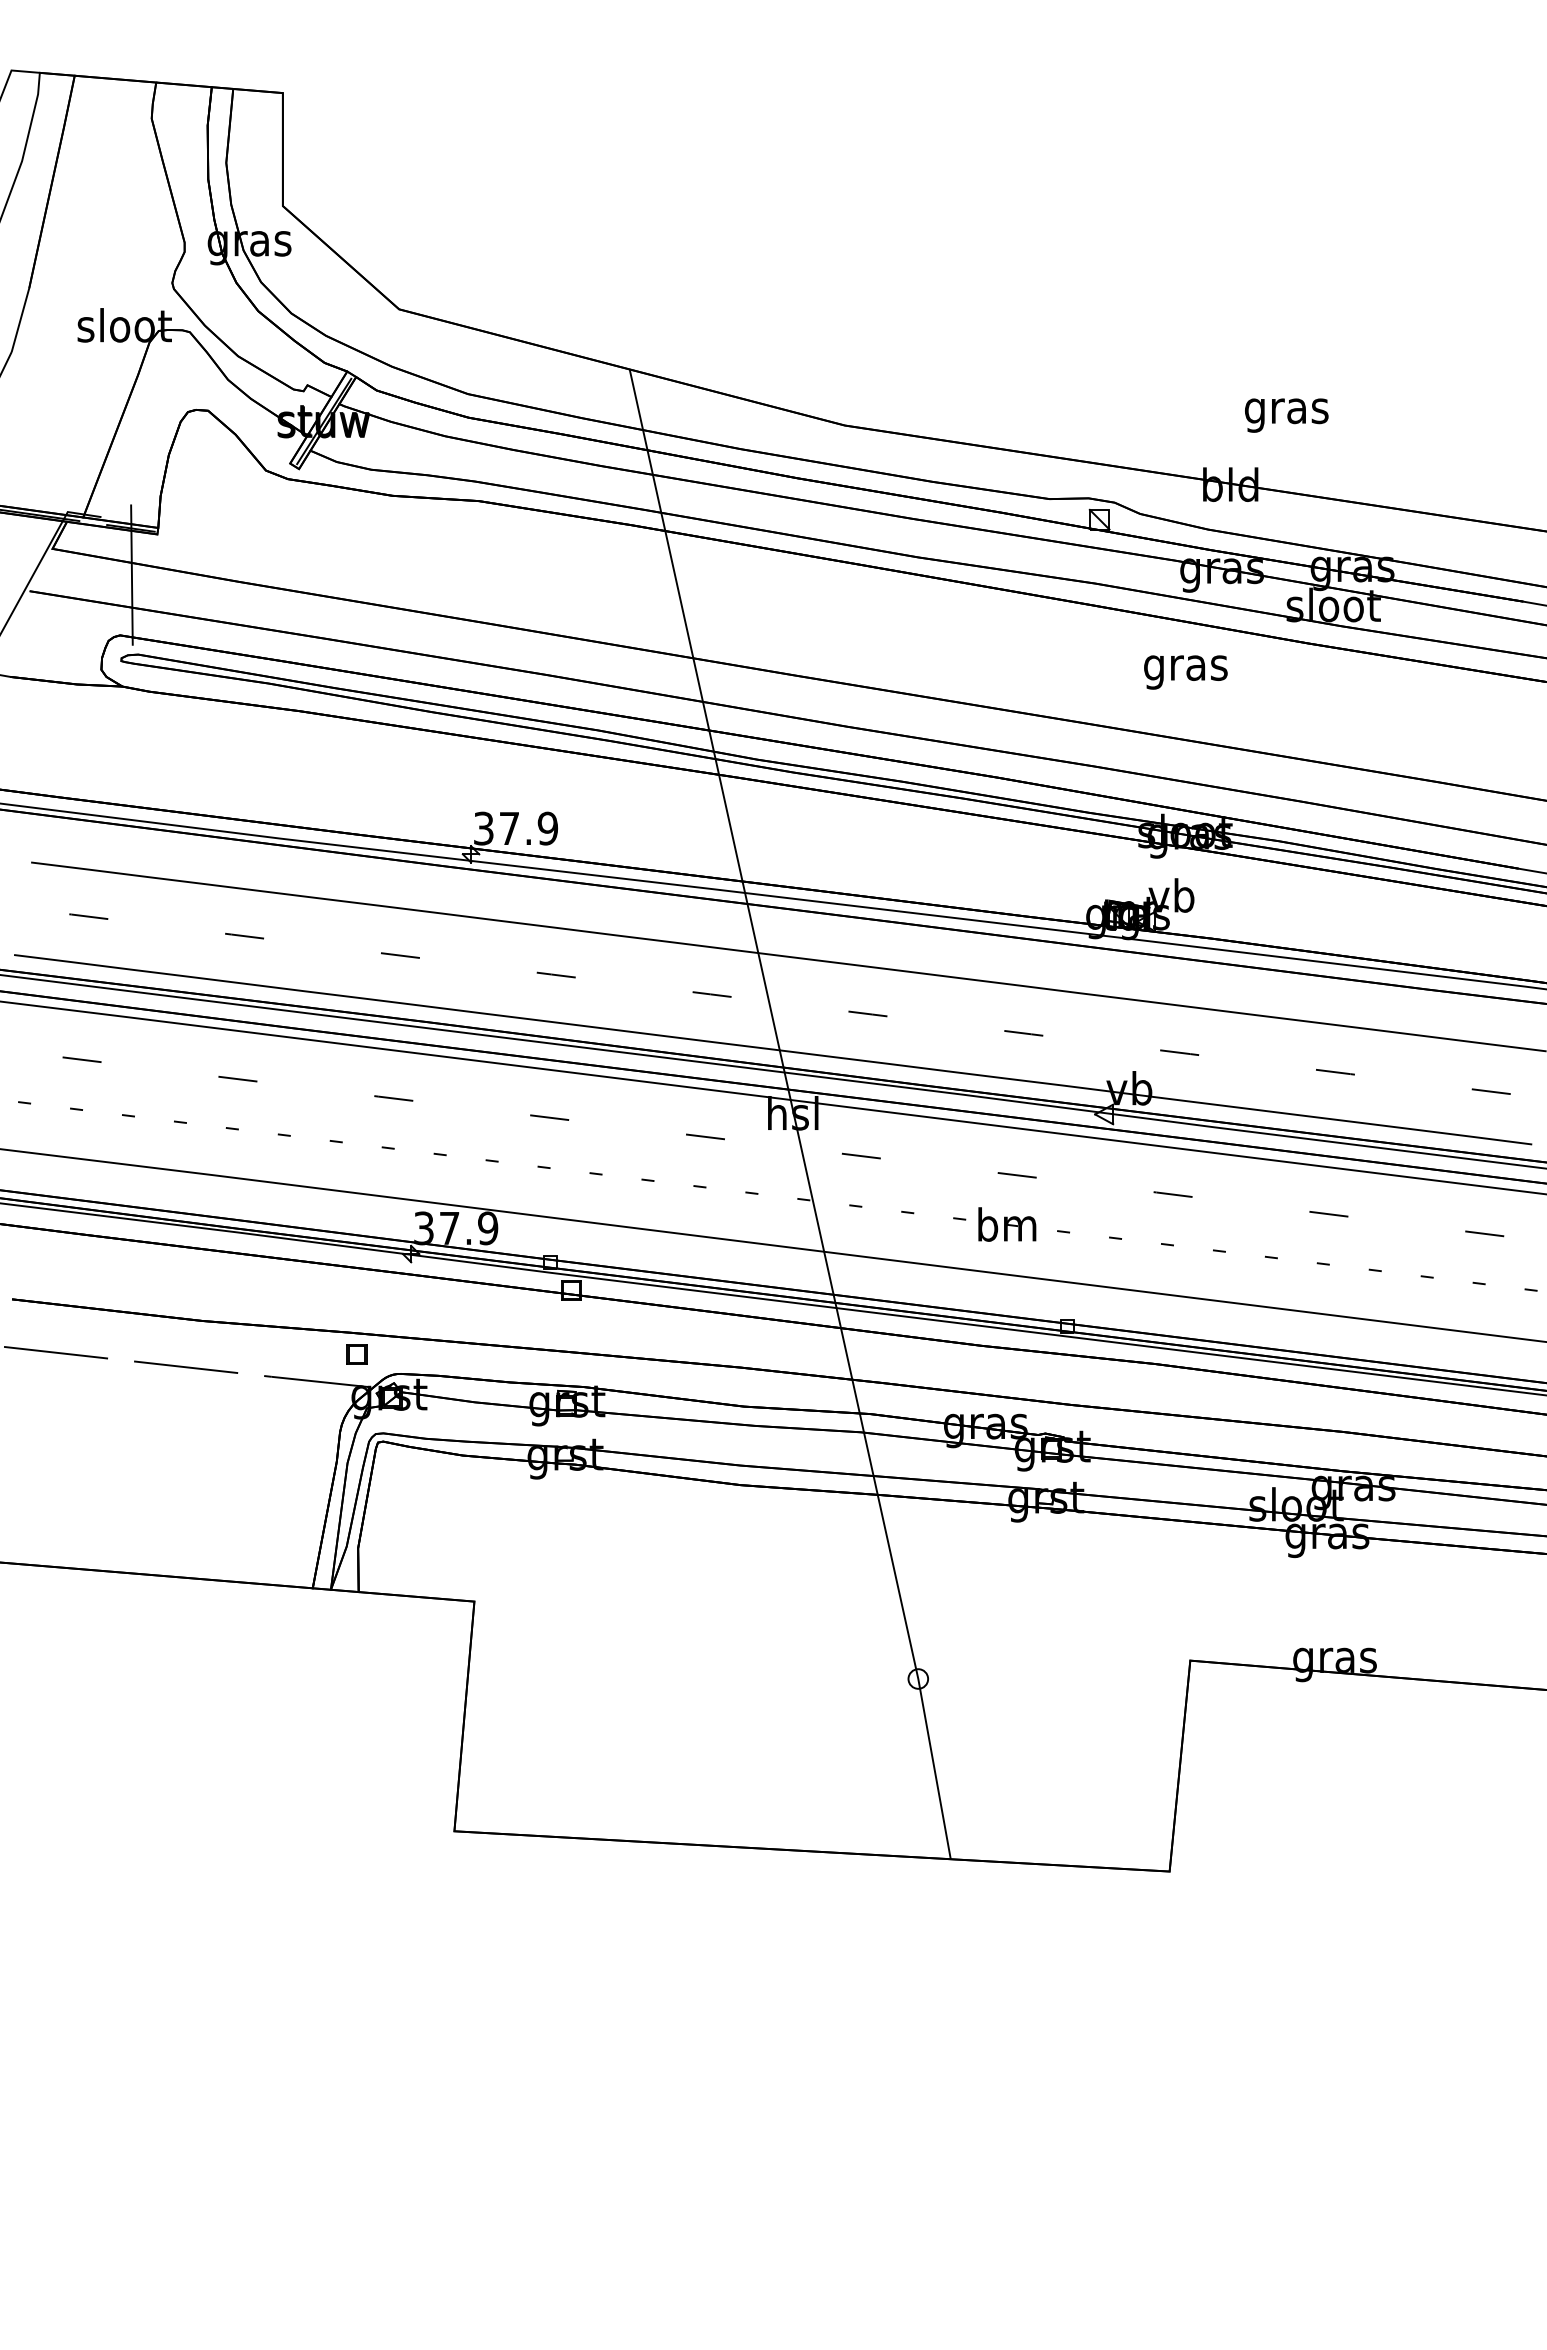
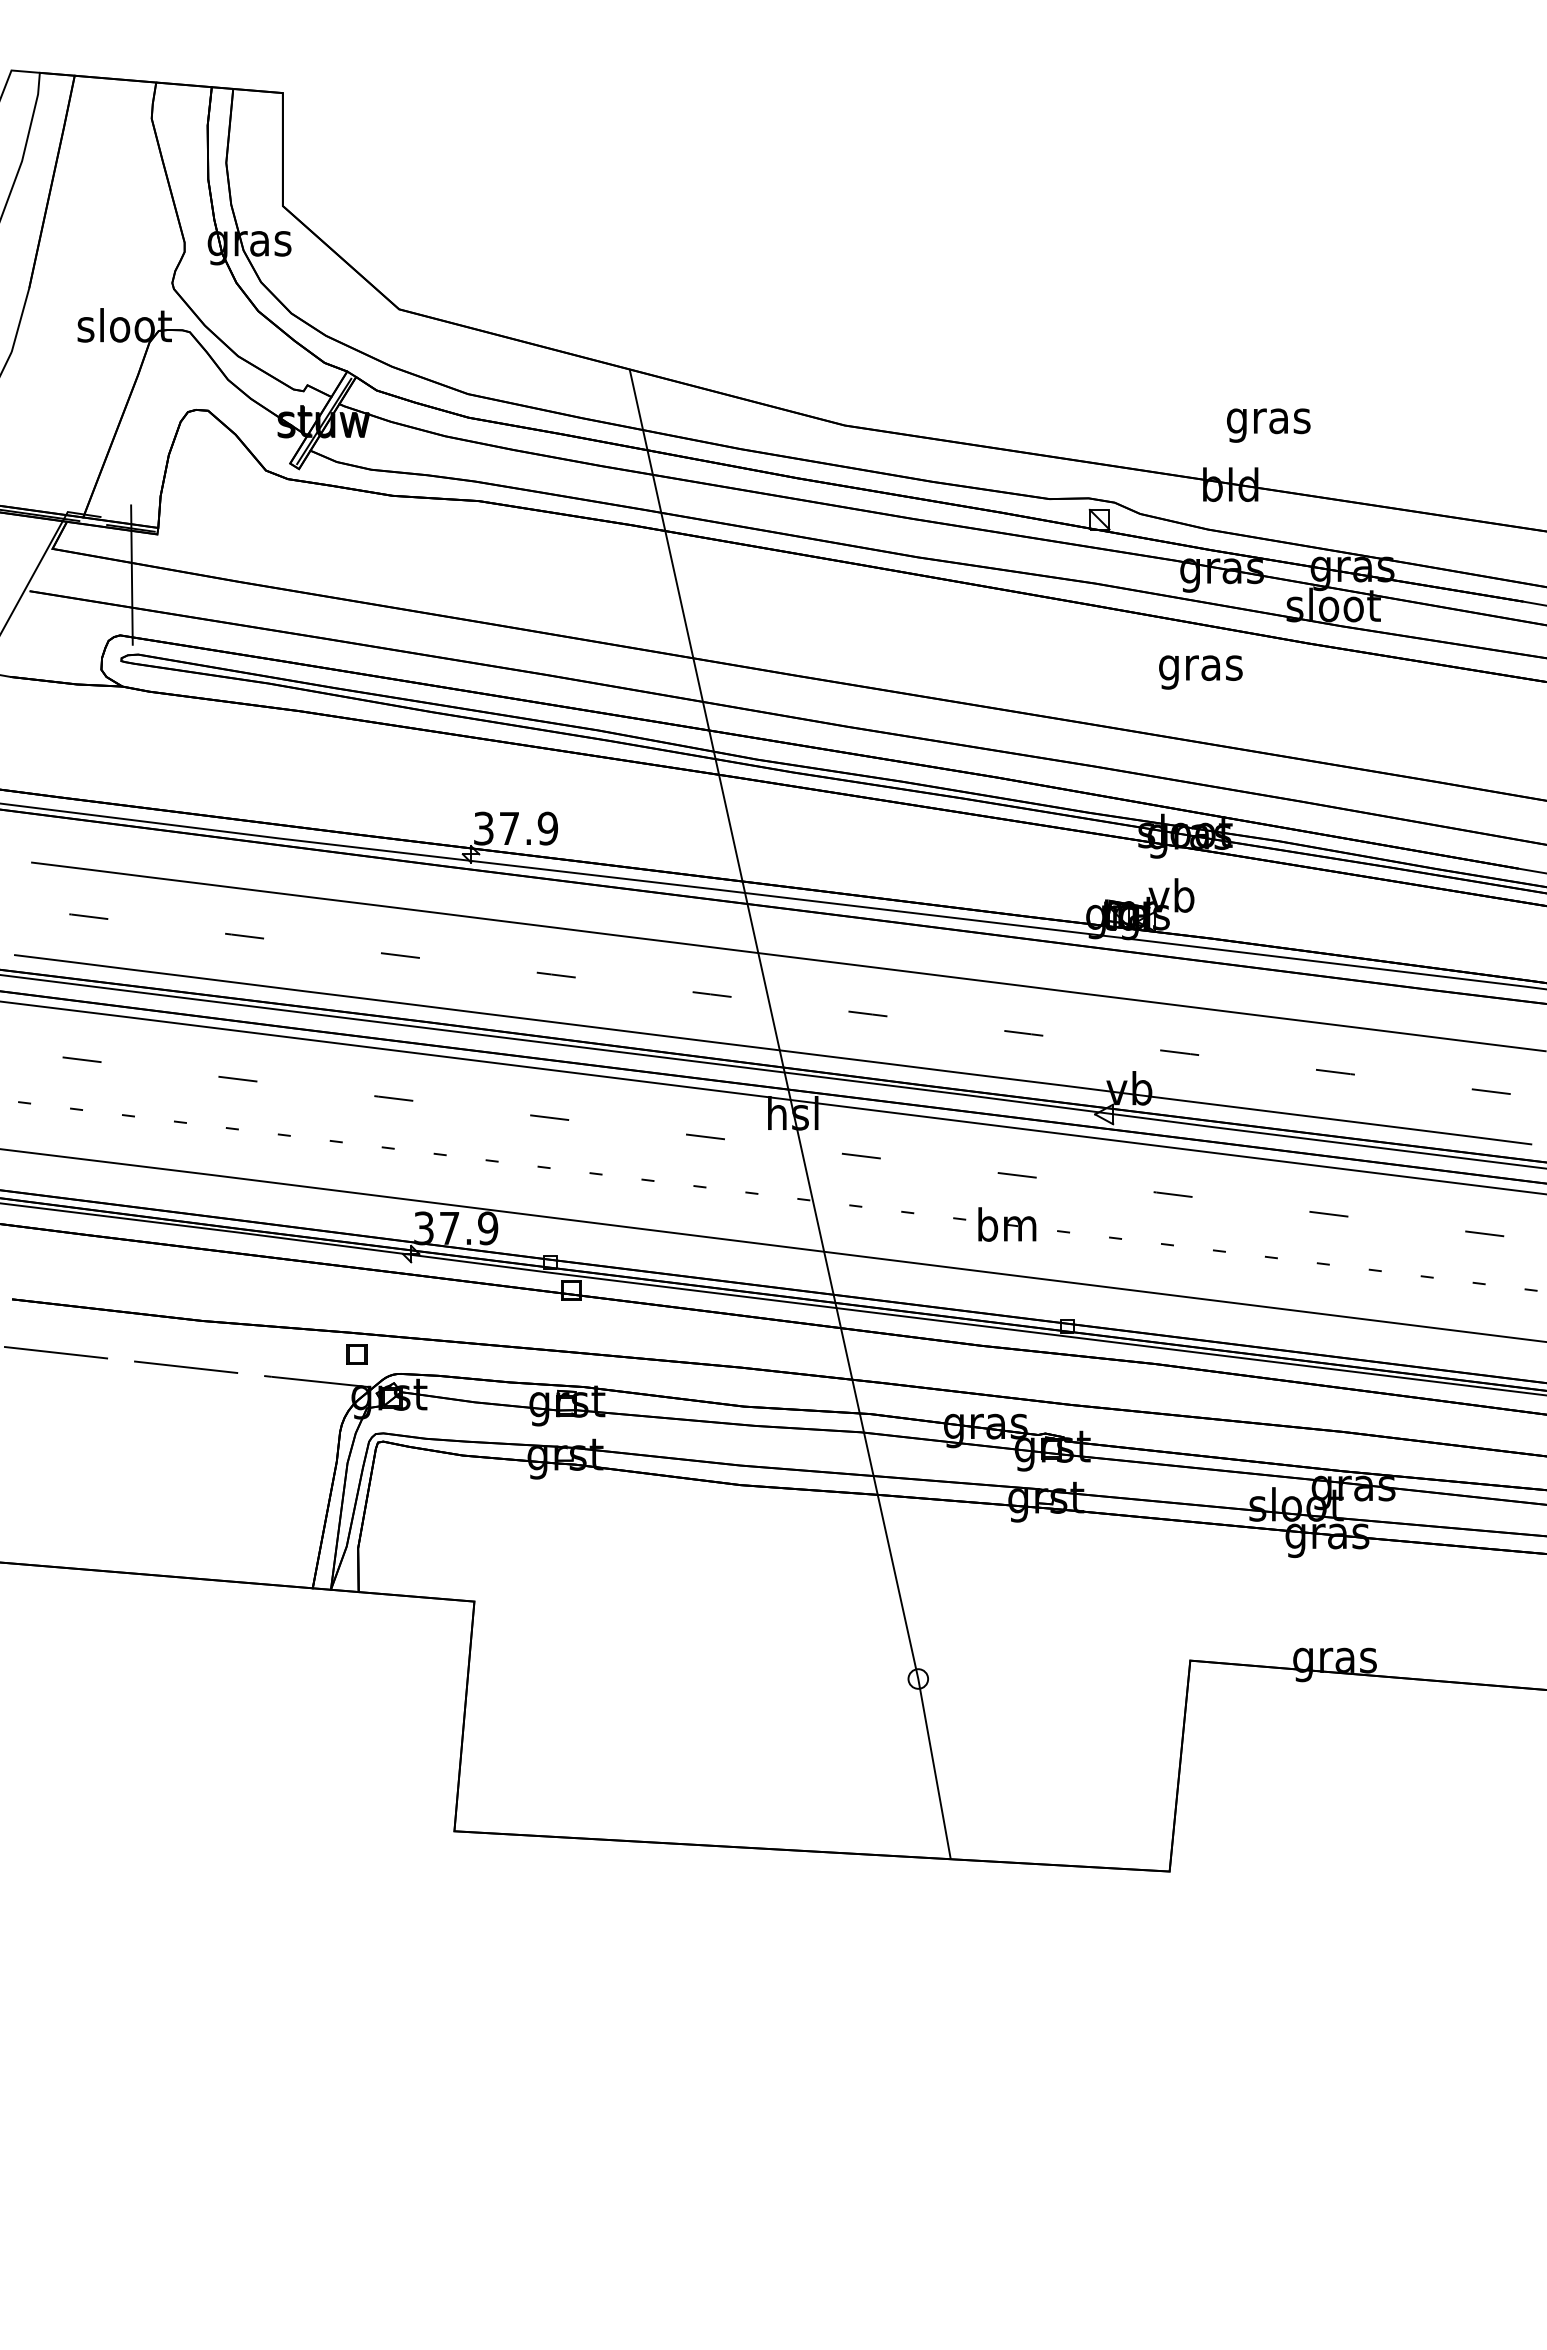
text at (1286, 415) position: (1286, 415) -> (1268, 425)
text at (1185, 672) position: (1185, 672) -> (1200, 672)
